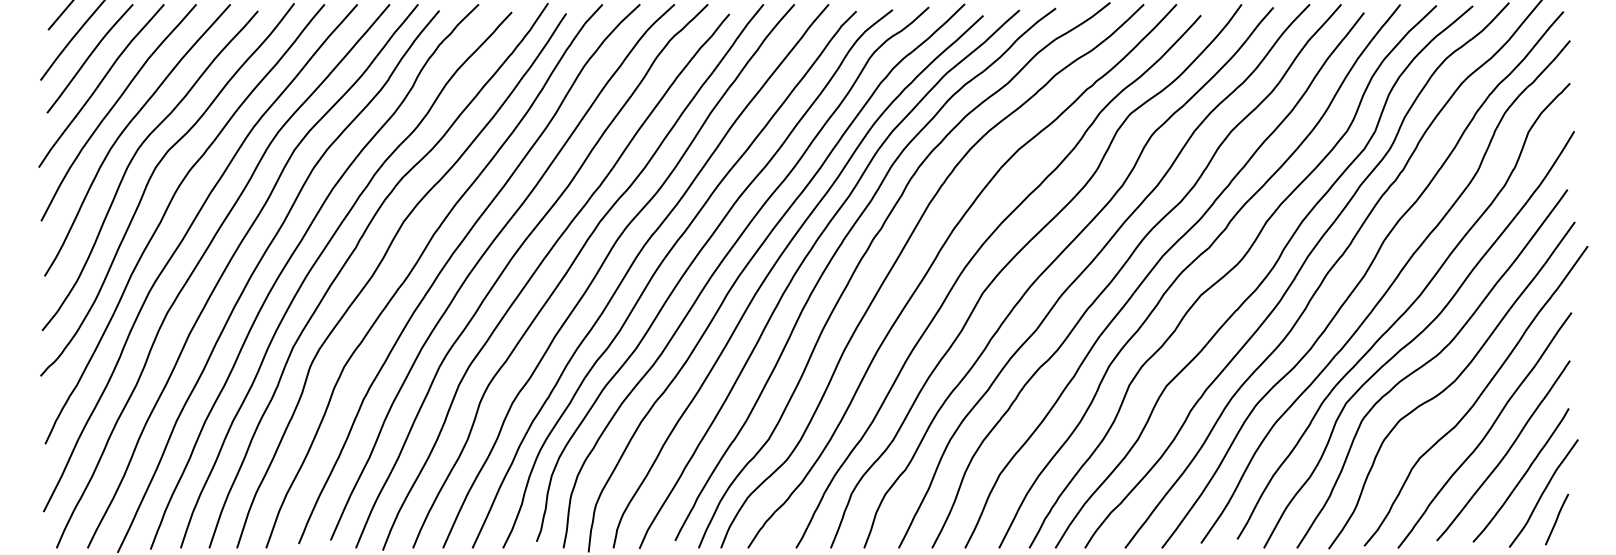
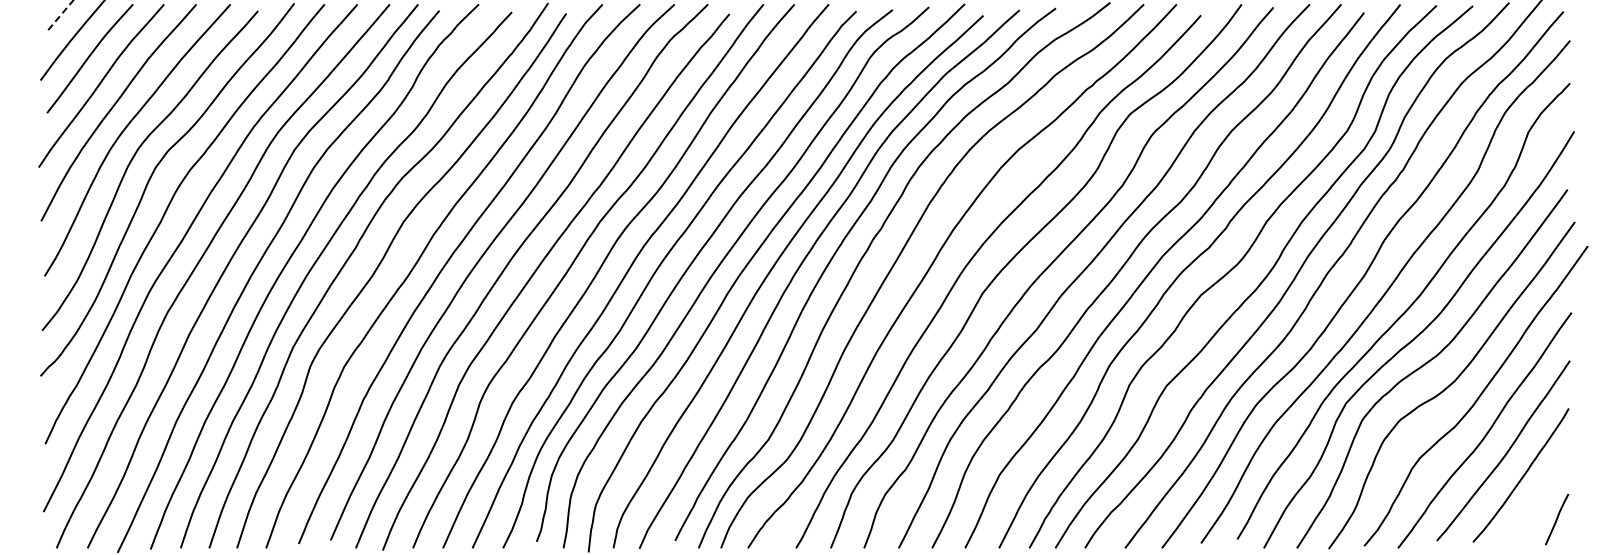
line at (60, 15): solid -> dashed
curve at (1543, 493): present -> none
